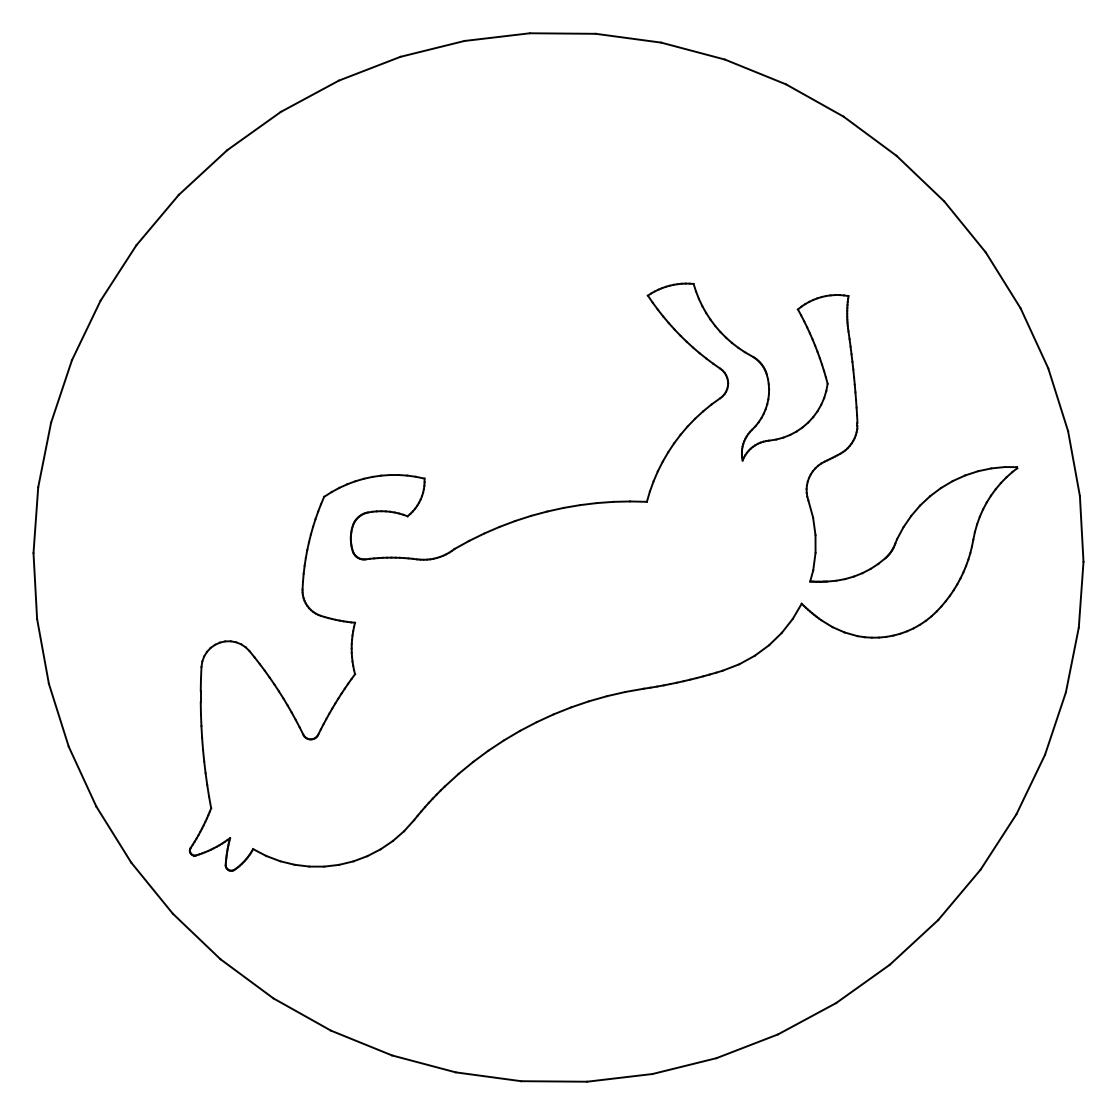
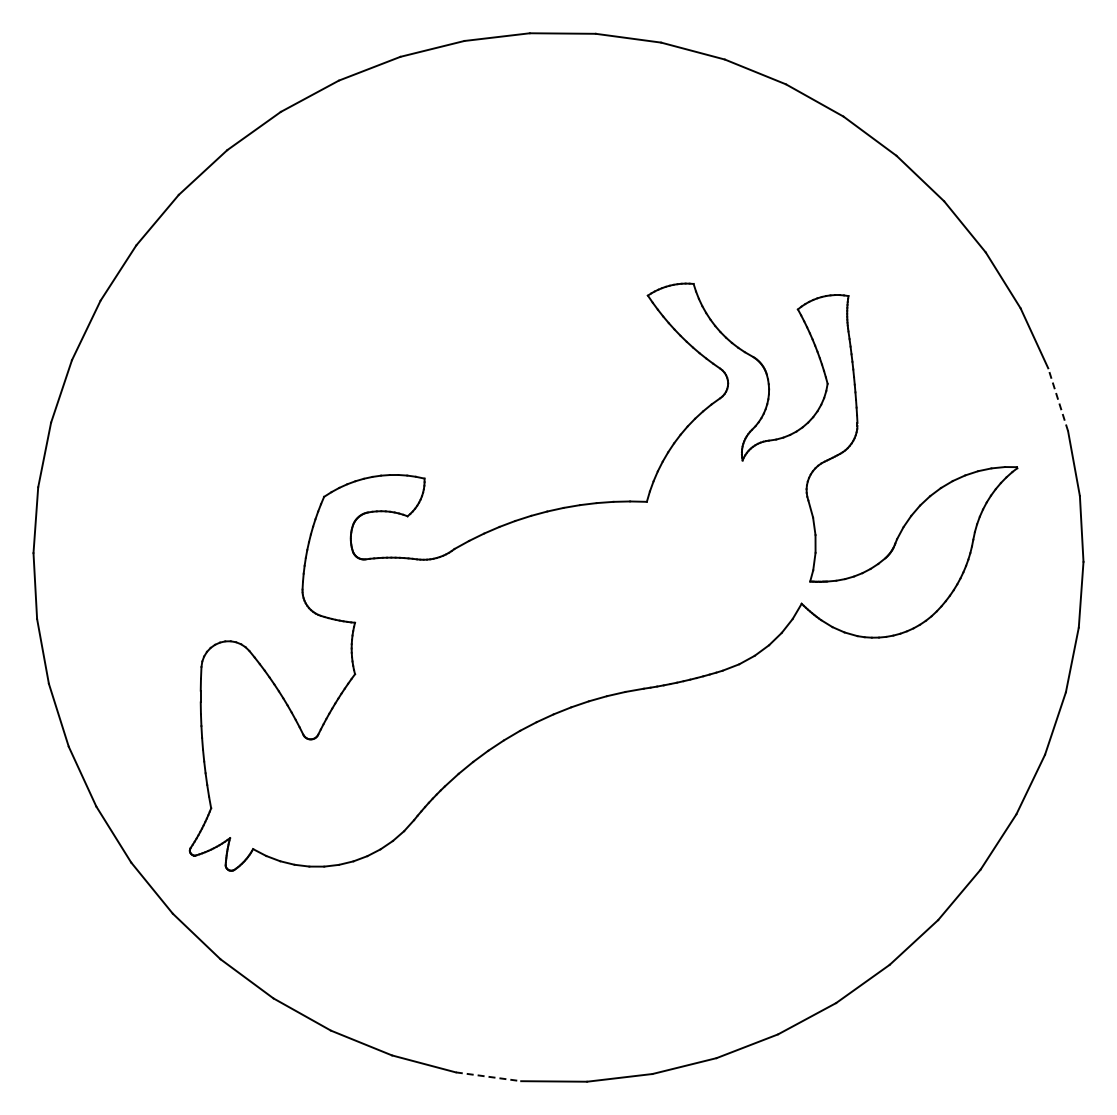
line at (1058, 399): solid -> dashed
line at (488, 1076): solid -> dashed
